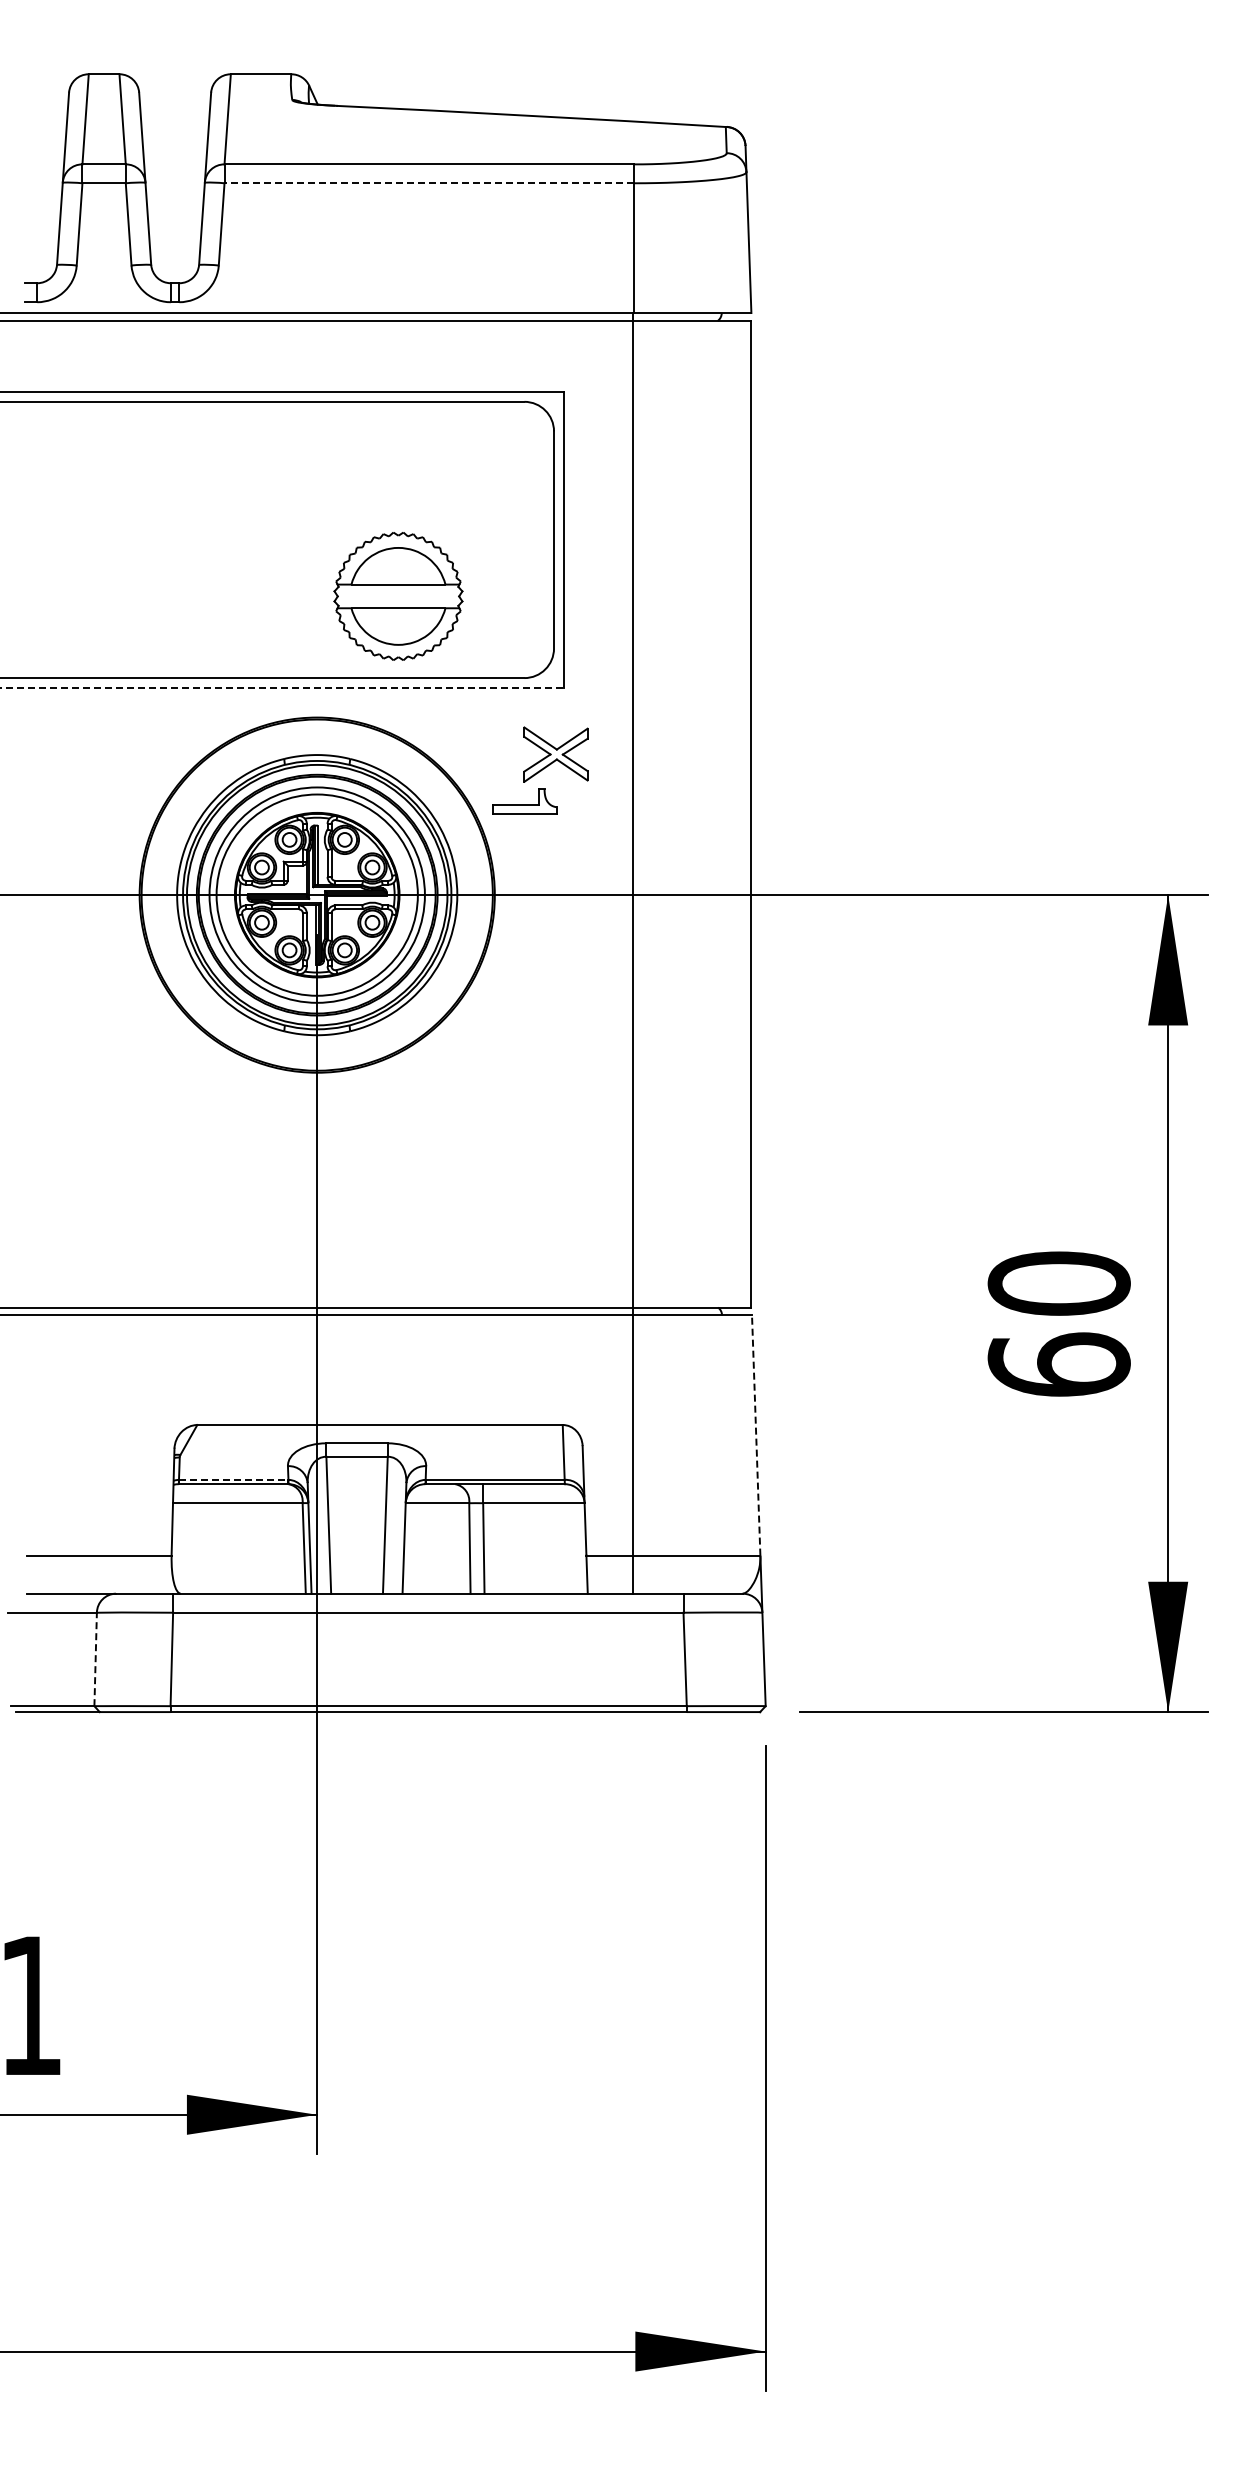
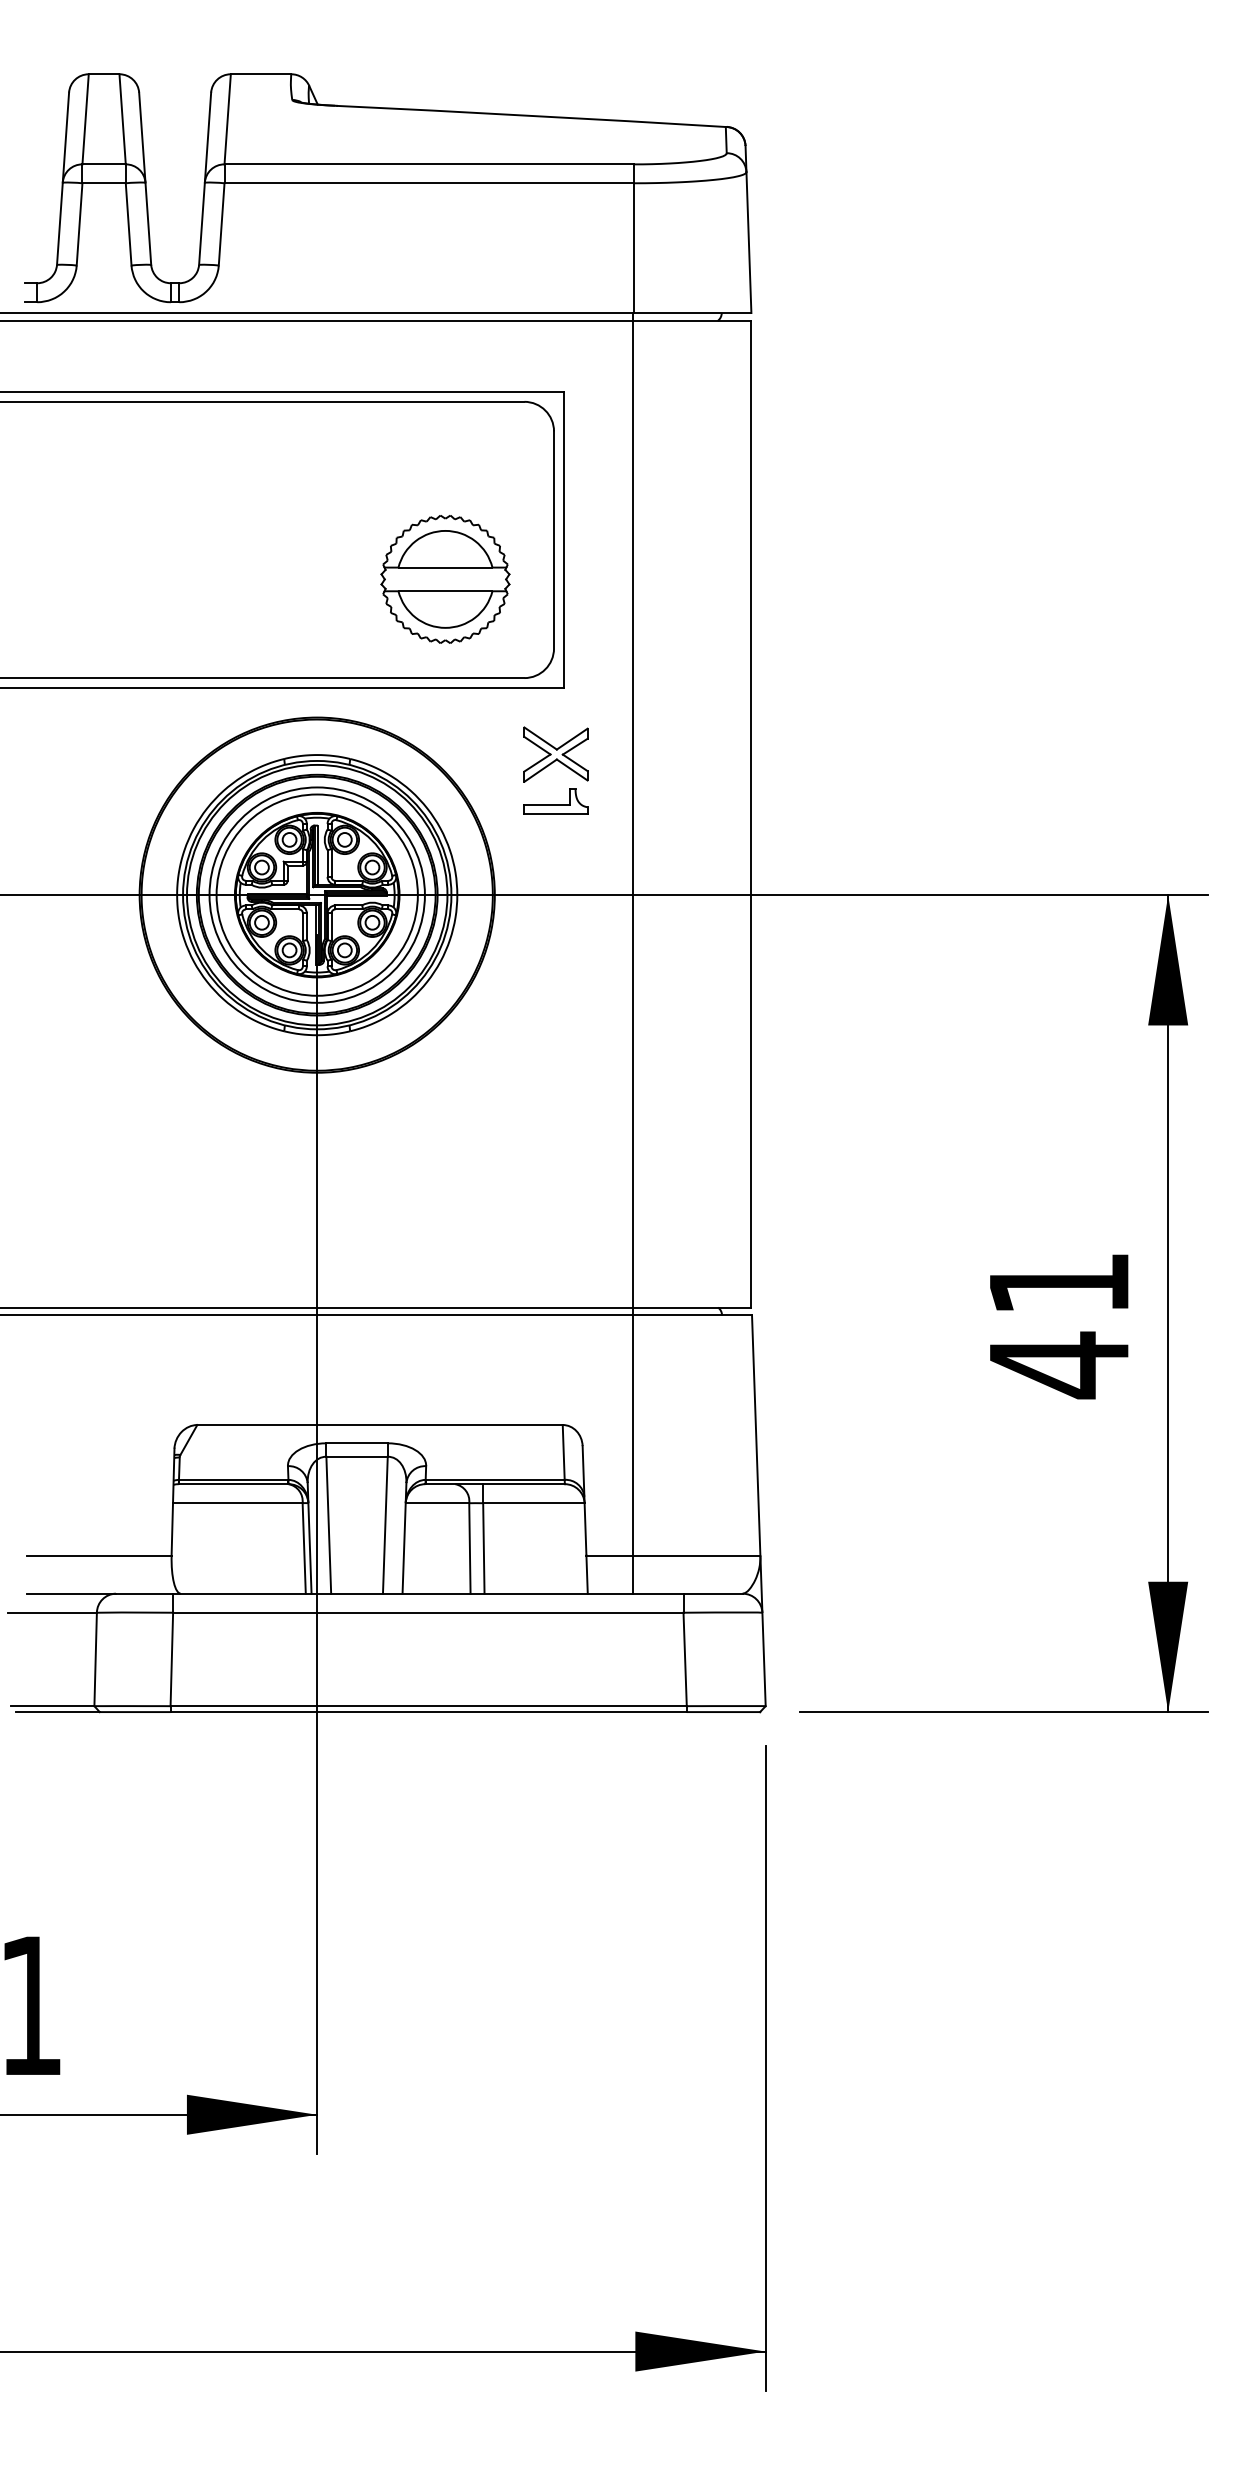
line at (429, 183): dashed -> solid
part at (398, 596) position: (398, 596) -> (445, 579)
line at (282, 687): dashed -> solid
part at (524, 801) position: (524, 801) -> (555, 801)
text at (1058, 1325): 60 -> 41
line at (756, 1435): dashed -> solid
line at (233, 1479): dashed -> solid
line at (95, 1659): dashed -> solid
